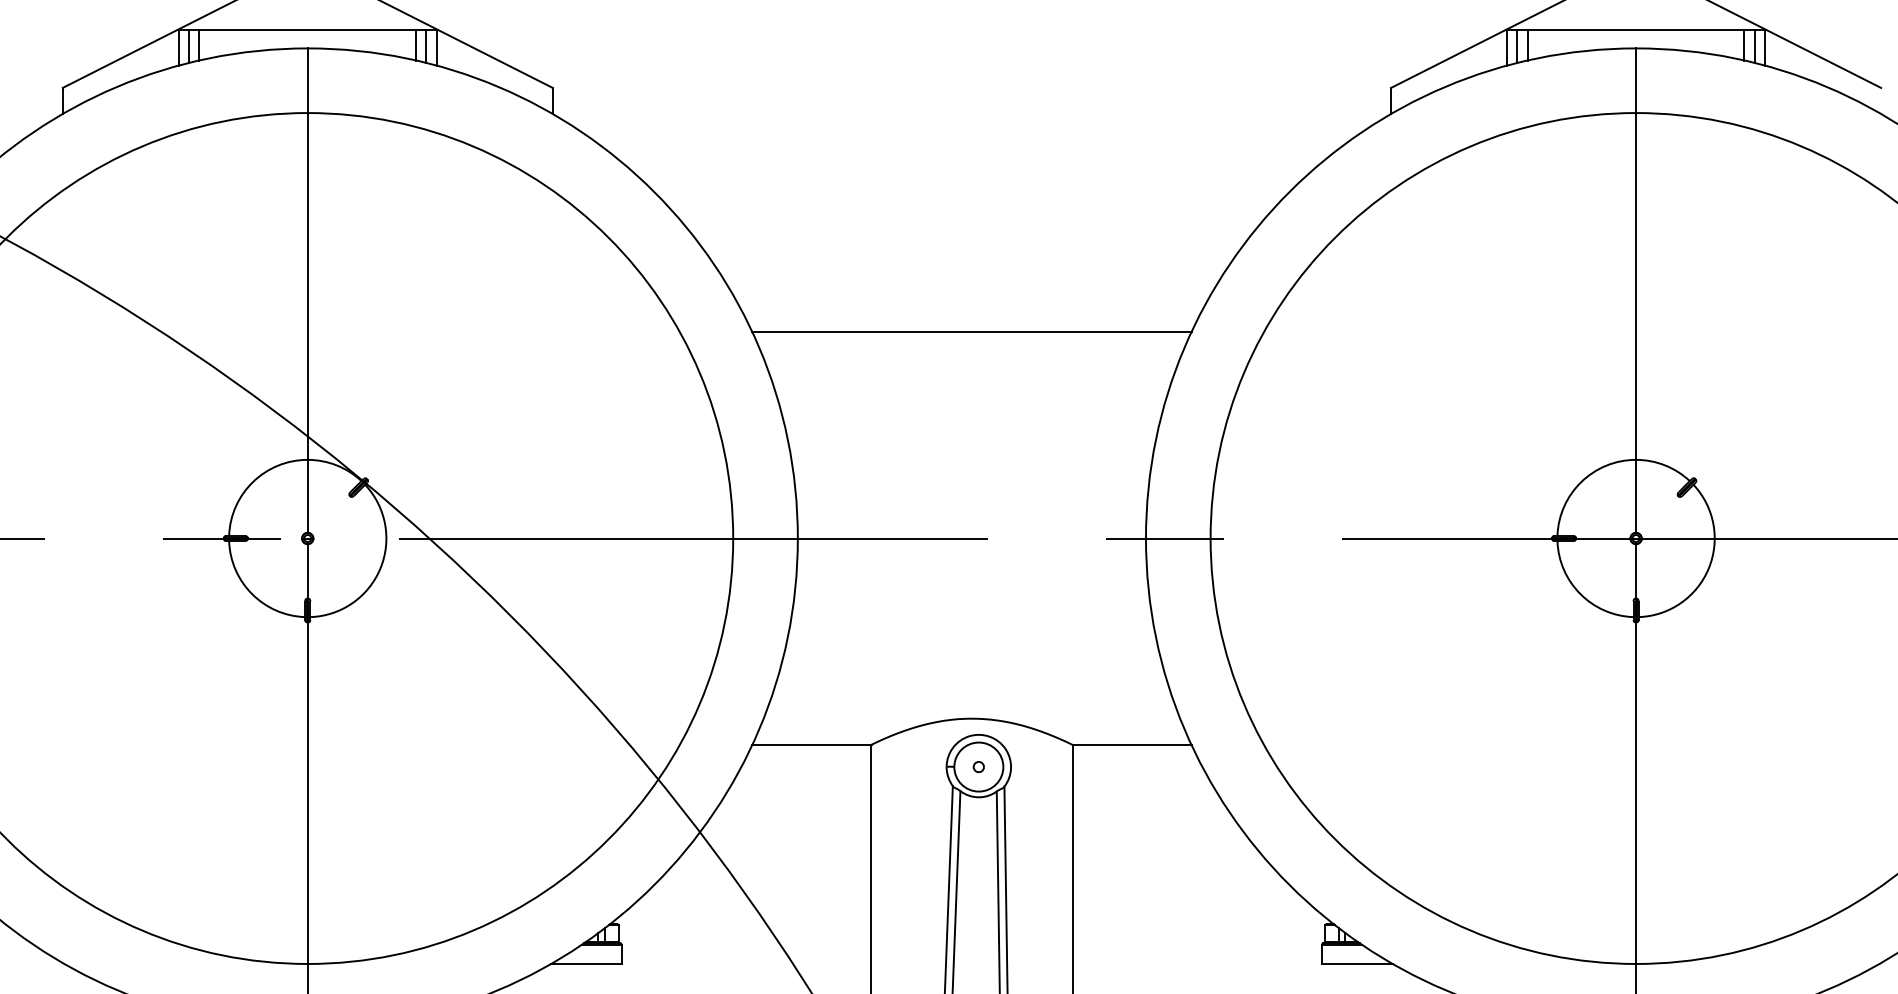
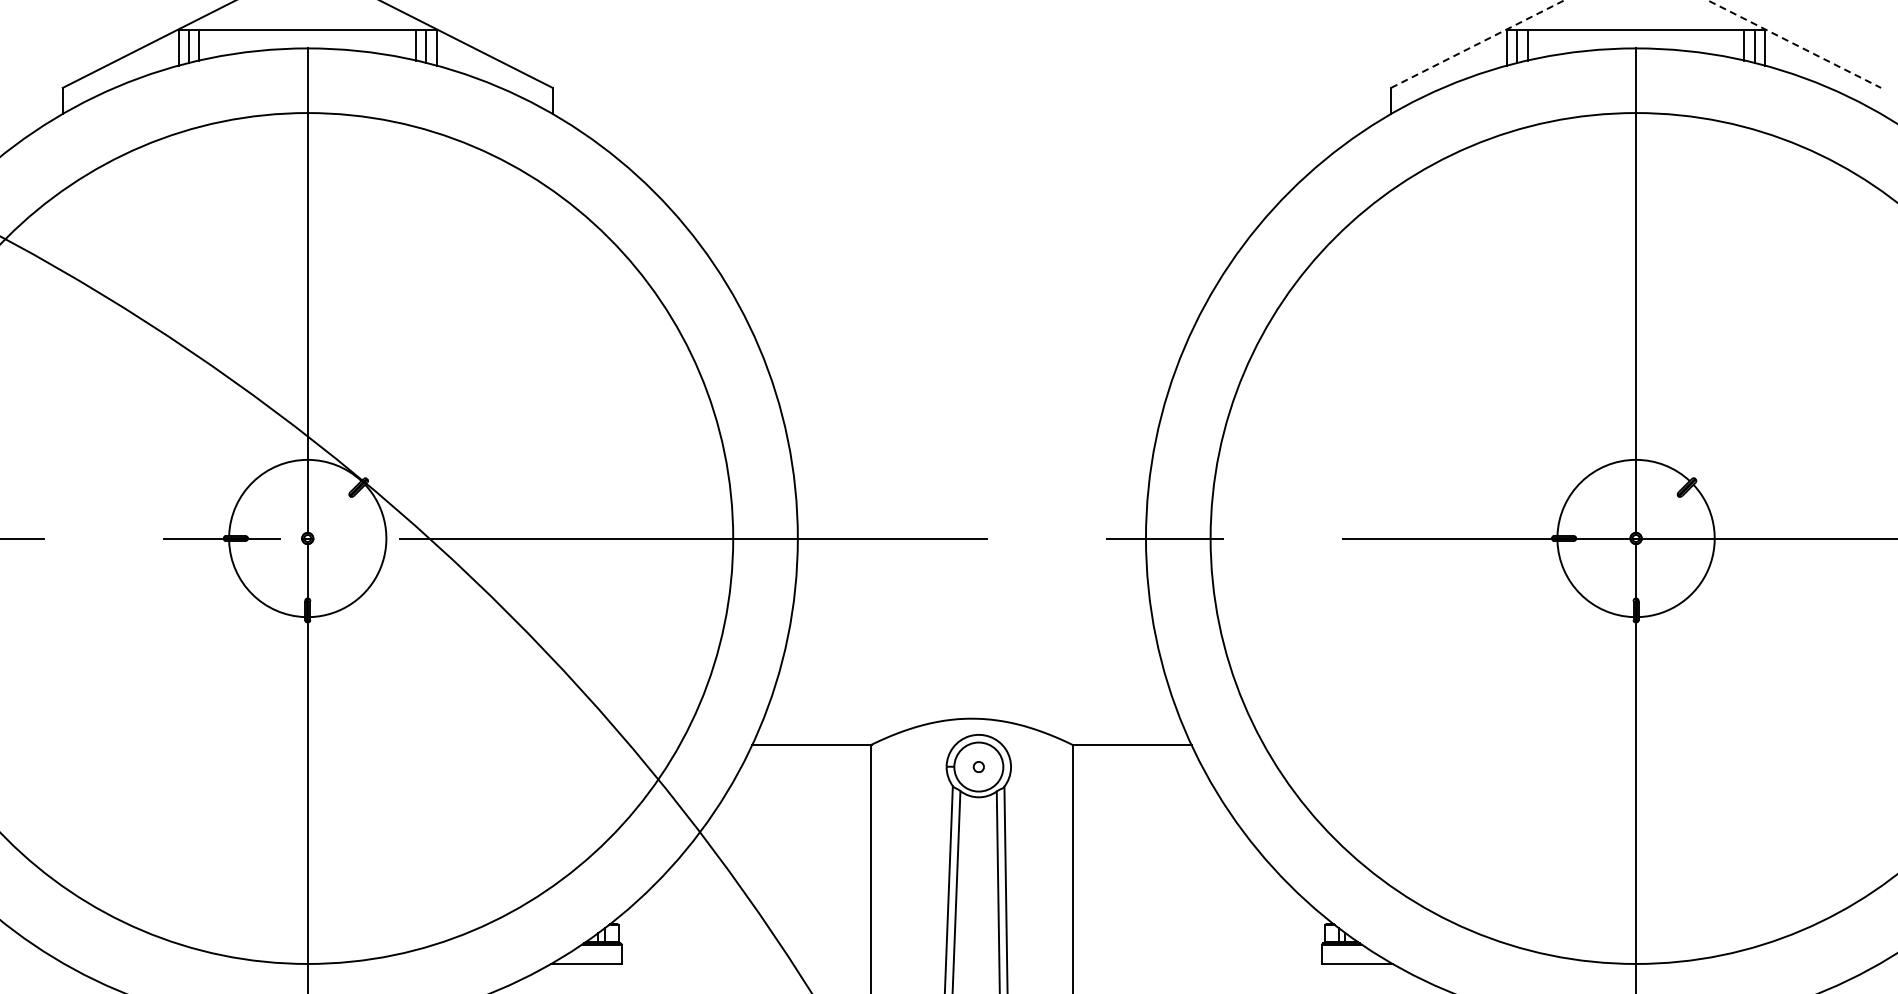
line at (1478, 43): solid -> dashed
line at (1794, 44): solid -> dashed
line at (971, 332): present -> none
